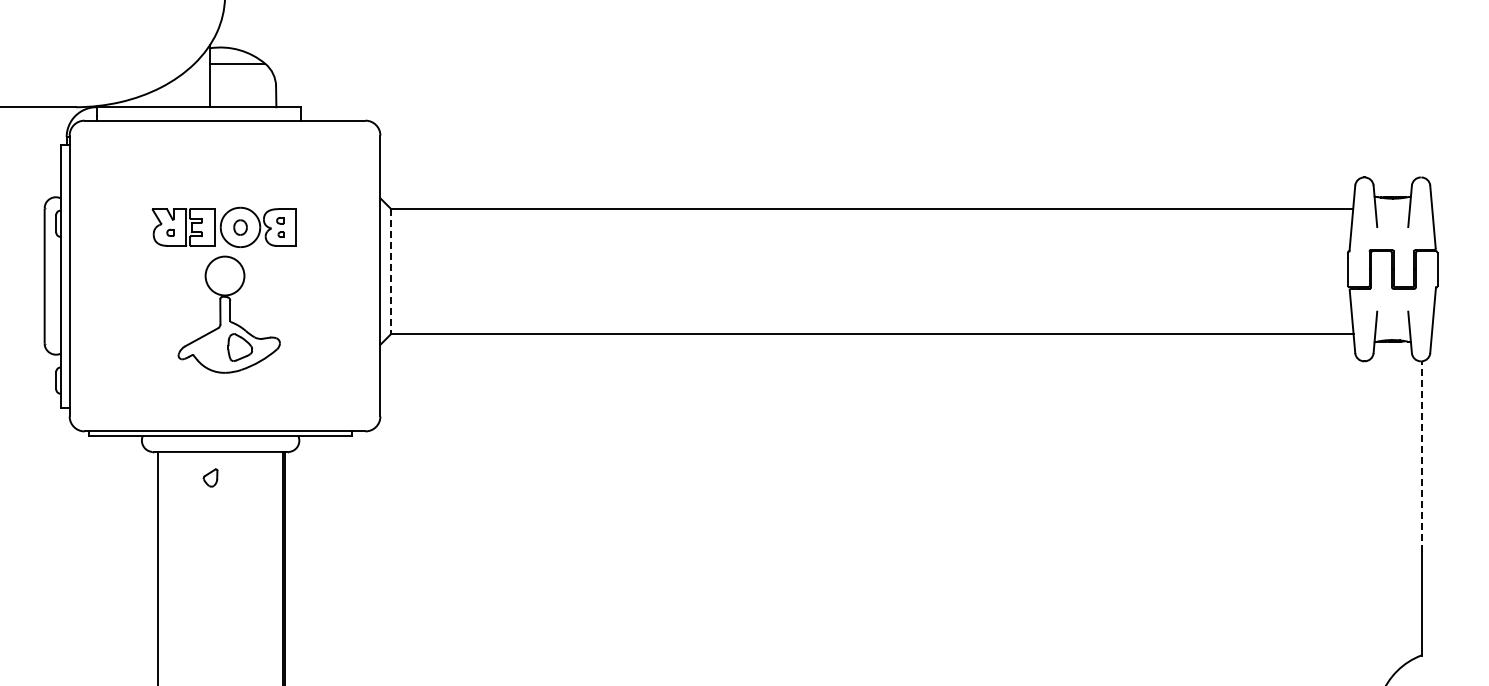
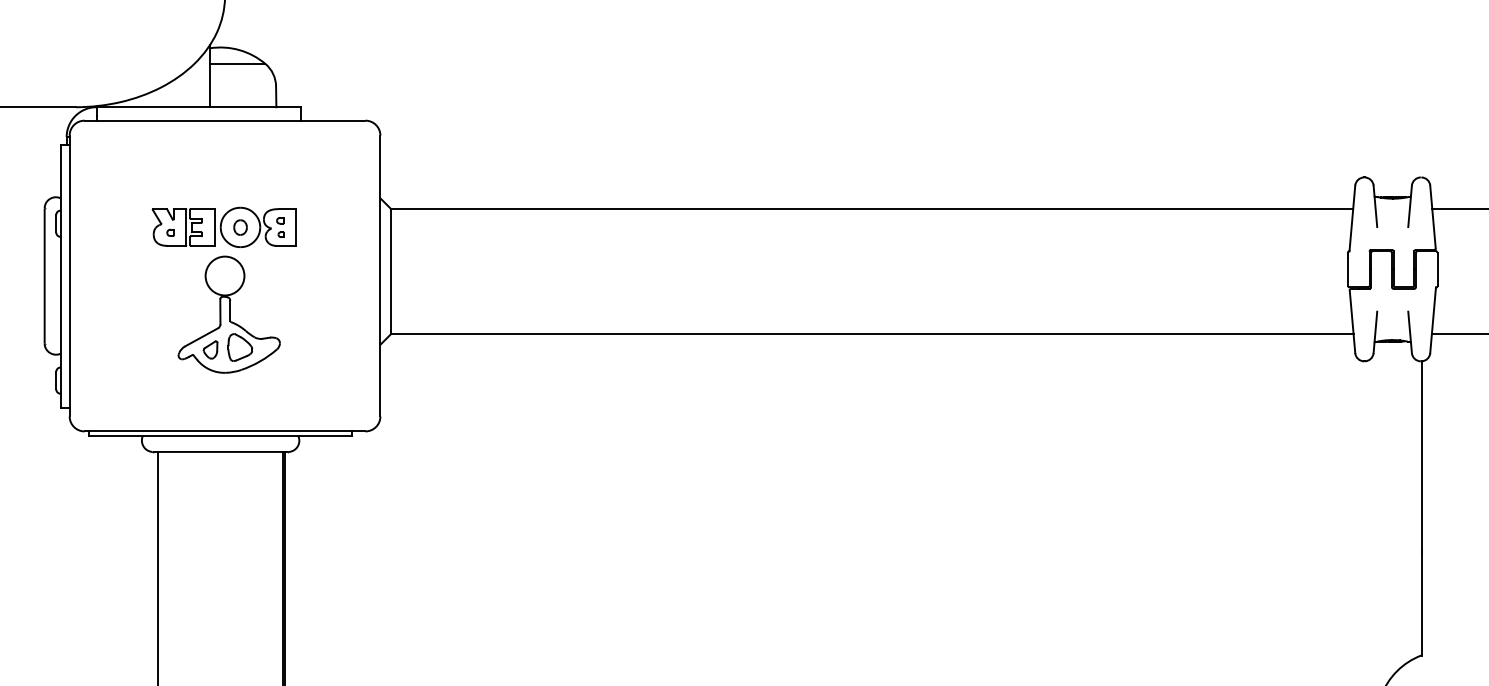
line at (1458, 208): none -> present
line at (390, 271): dashed -> solid
line at (1458, 334): none -> present
line at (1421, 456): dashed -> solid
part at (210, 477) position: (210, 477) -> (210, 349)
